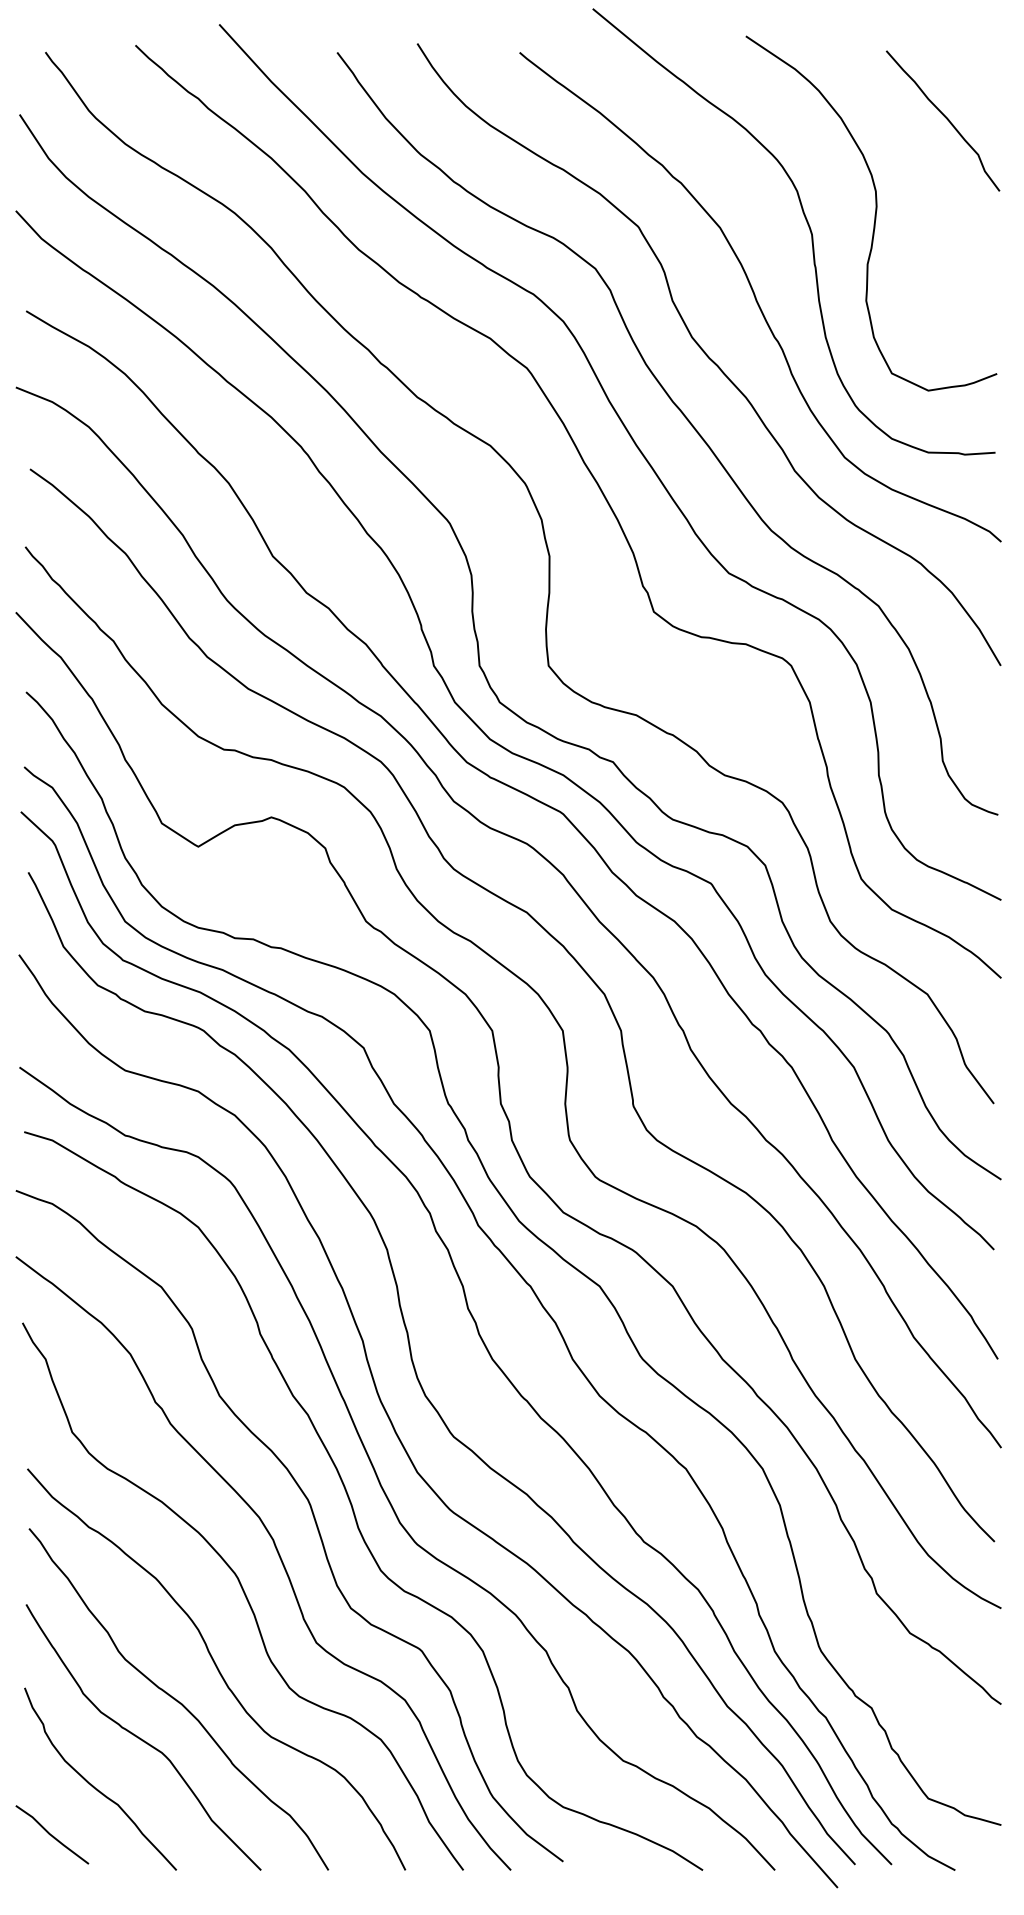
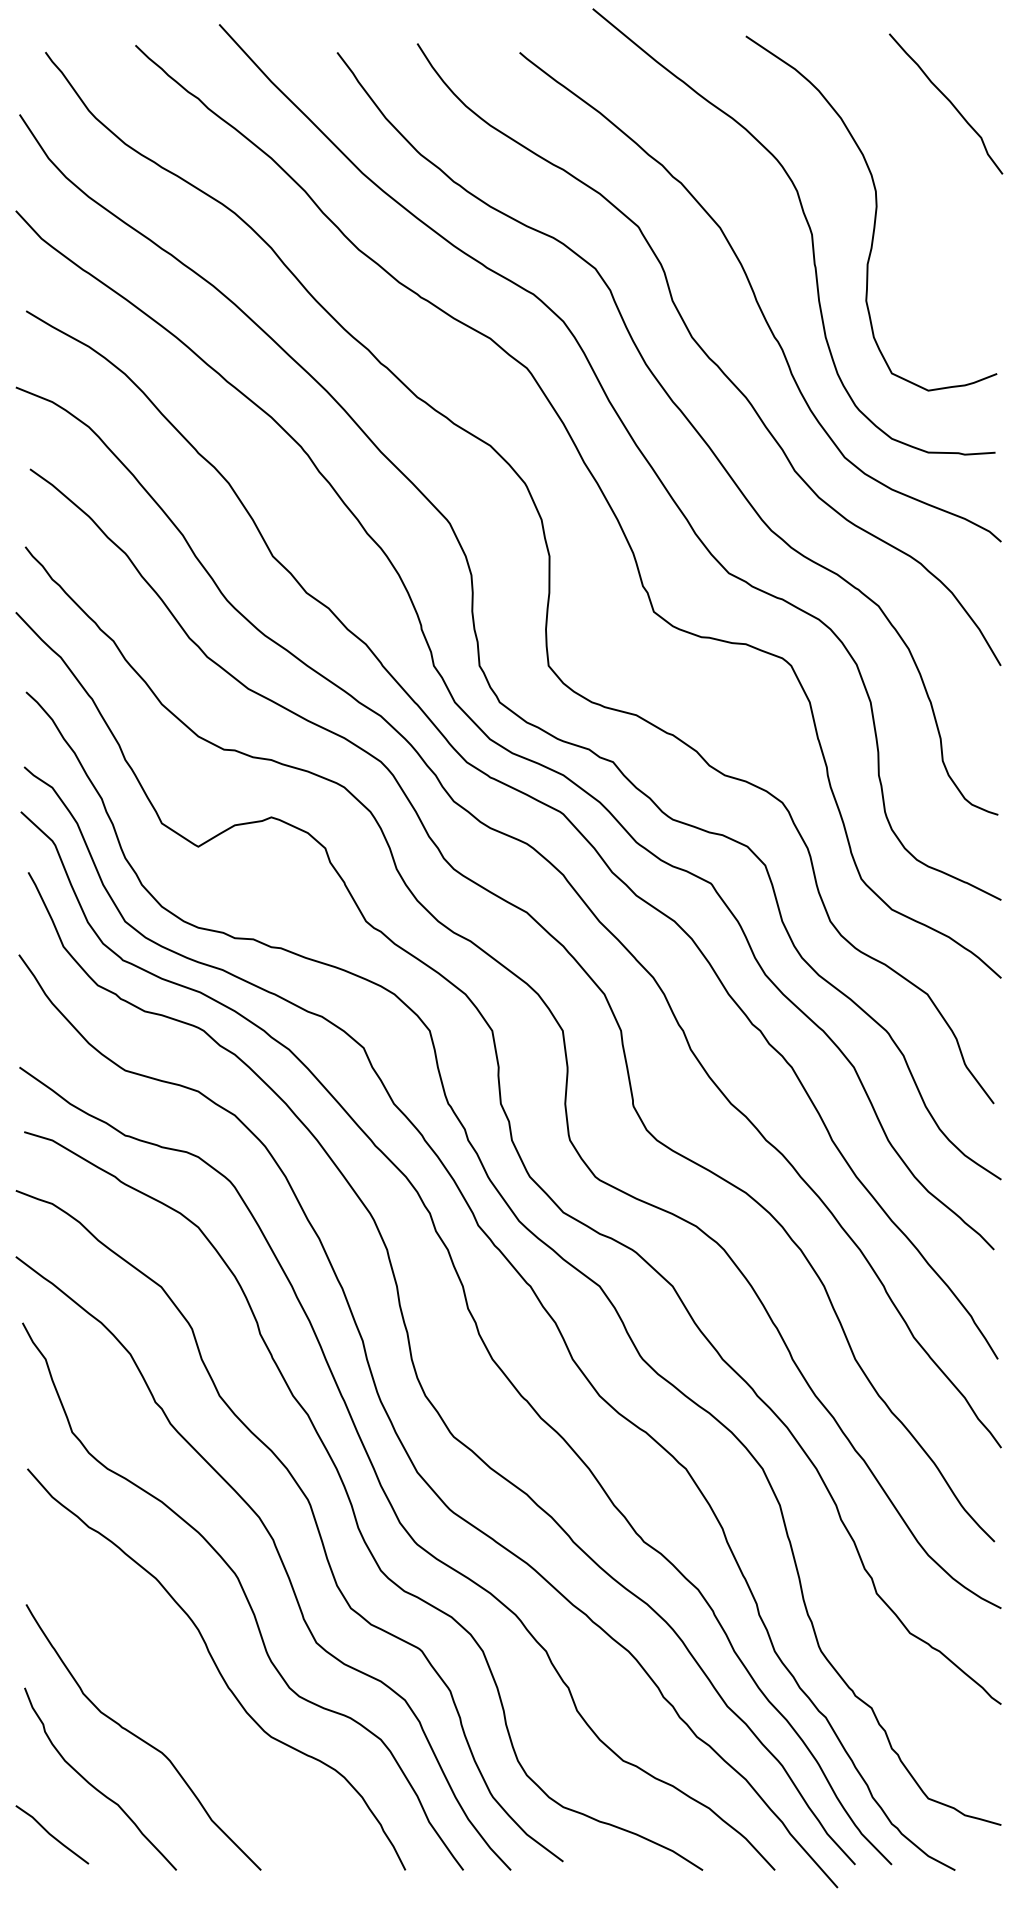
curve at (944, 117) position: (944, 117) -> (947, 100)
curve at (177, 1699): present -> none
